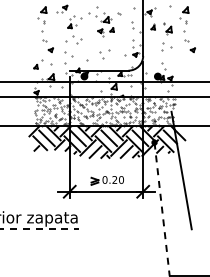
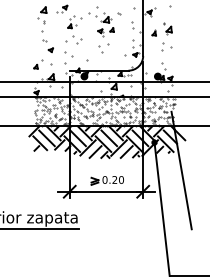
part at (152, 26) position: (152, 26) -> (153, 32)
part at (187, 29): present -> none
part at (104, 54) position: (104, 54) -> (103, 48)
line at (162, 209): dashed -> solid
line at (40, 229): dashed -> solid
